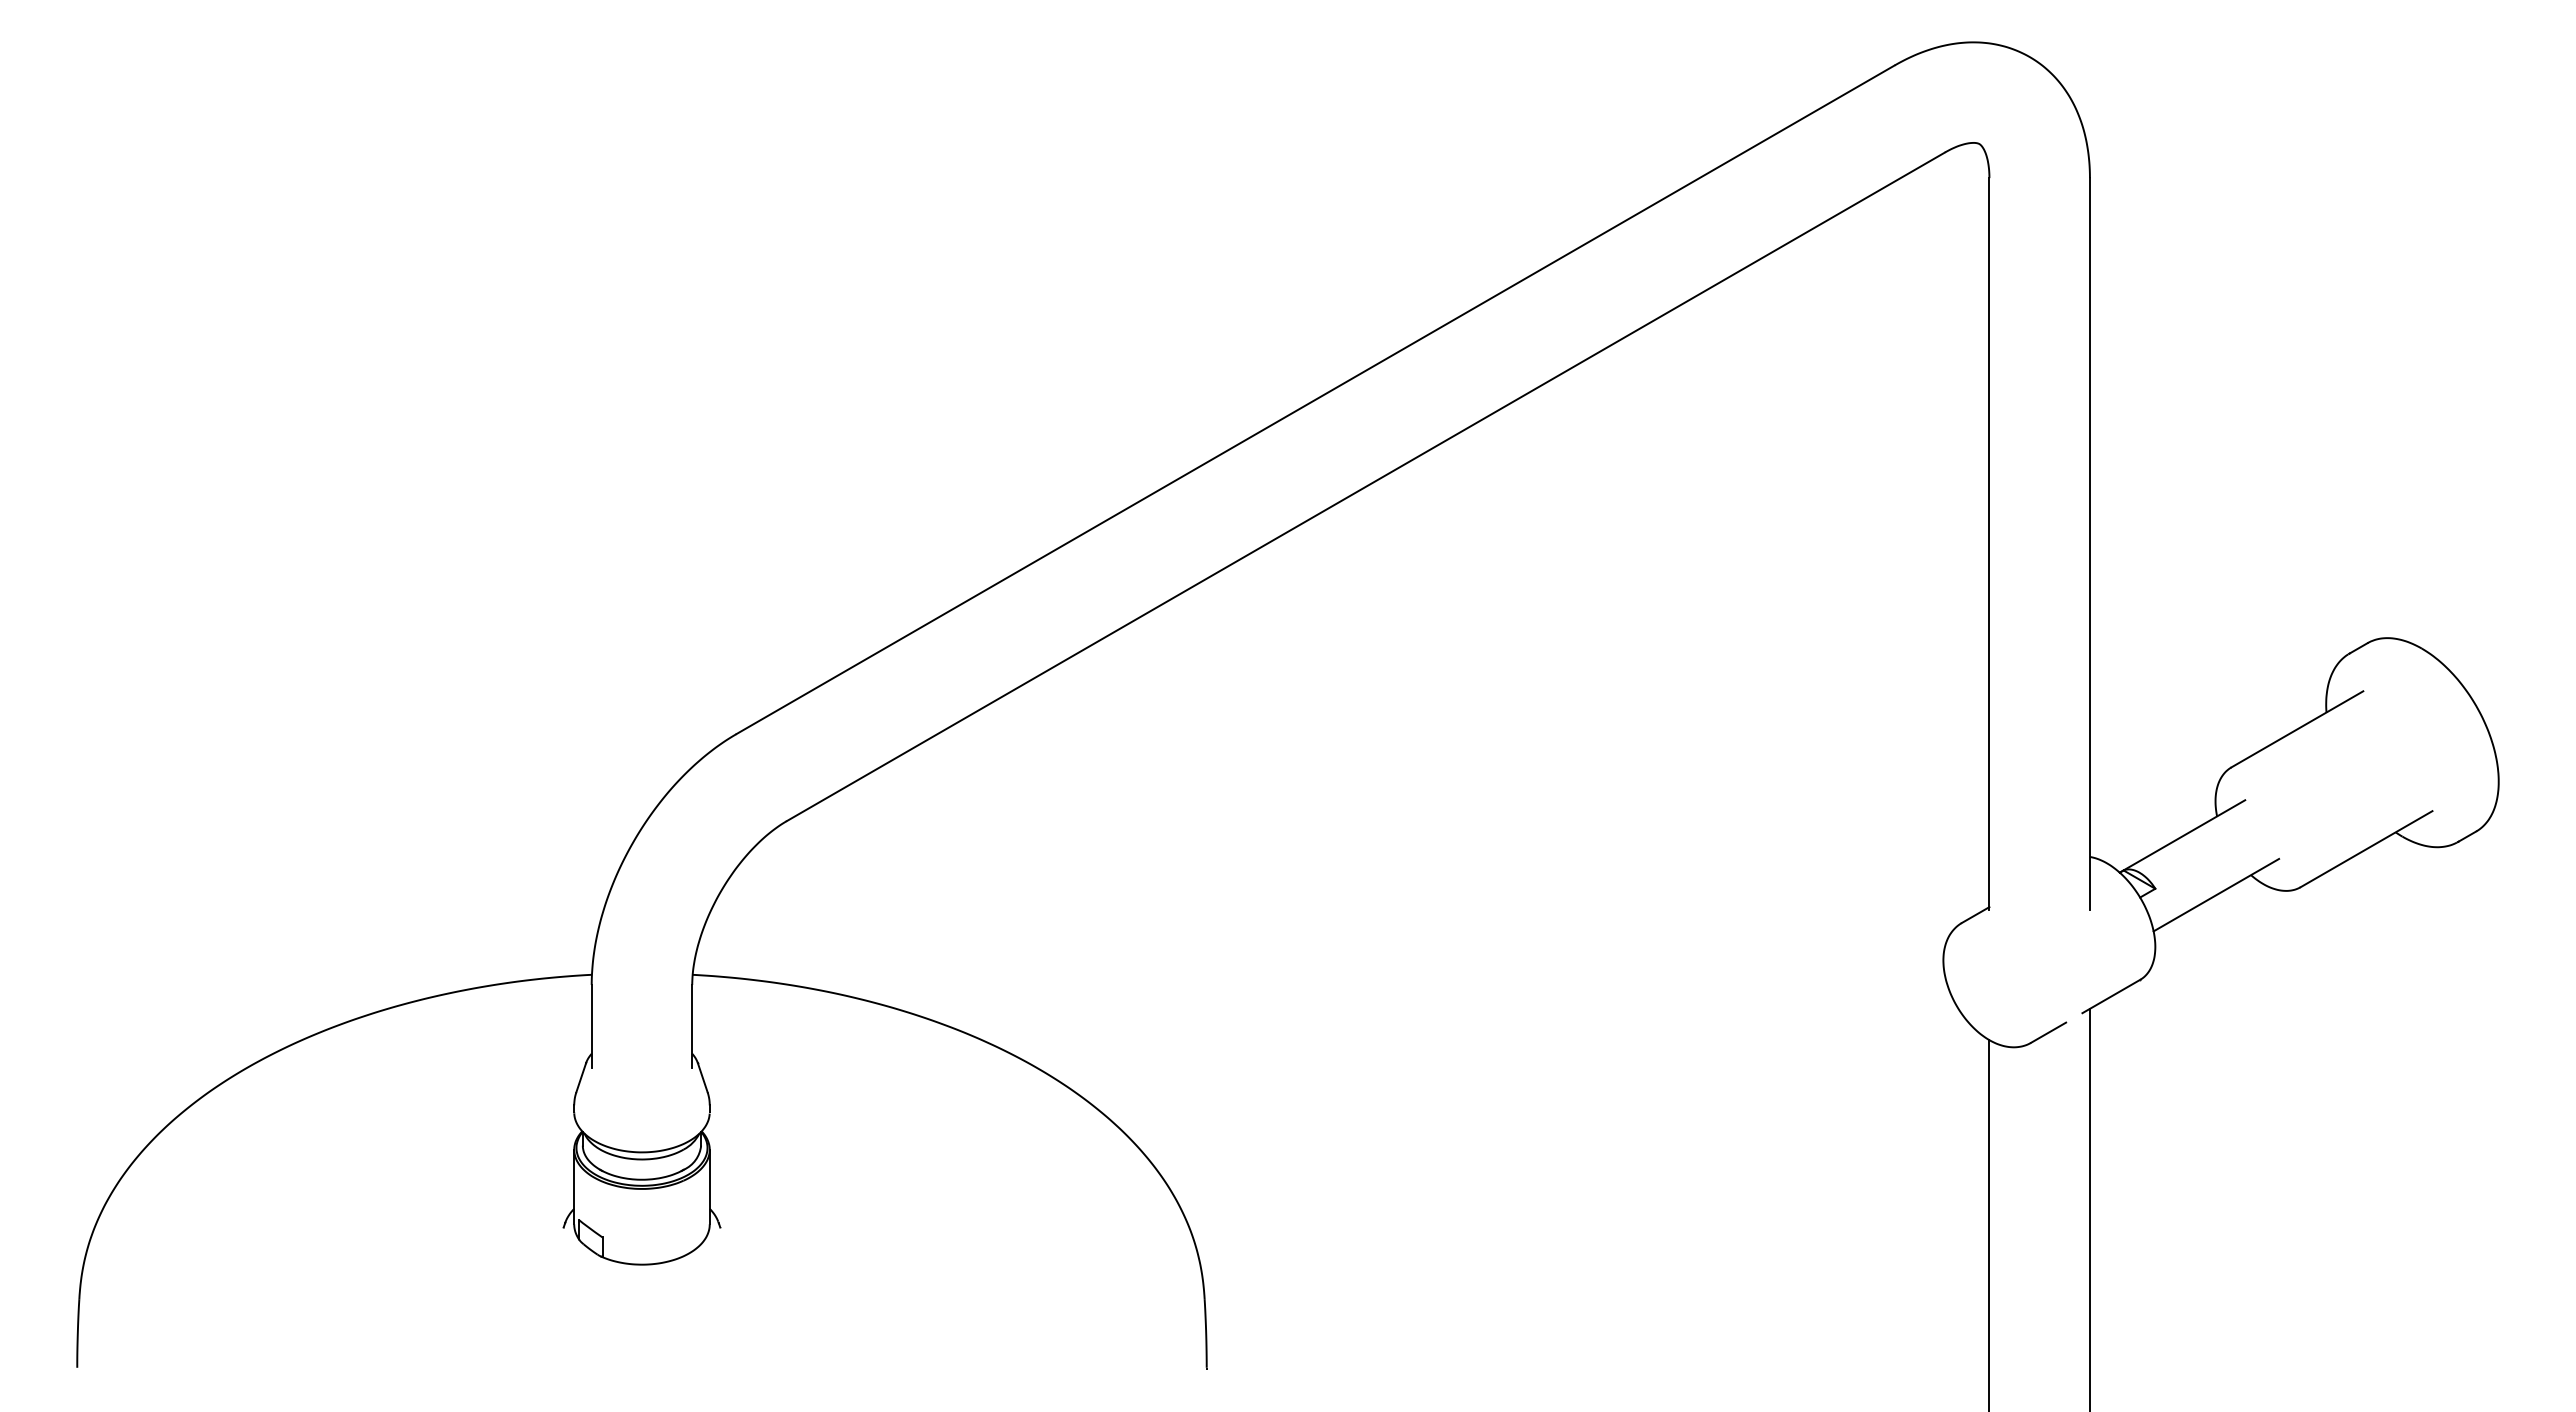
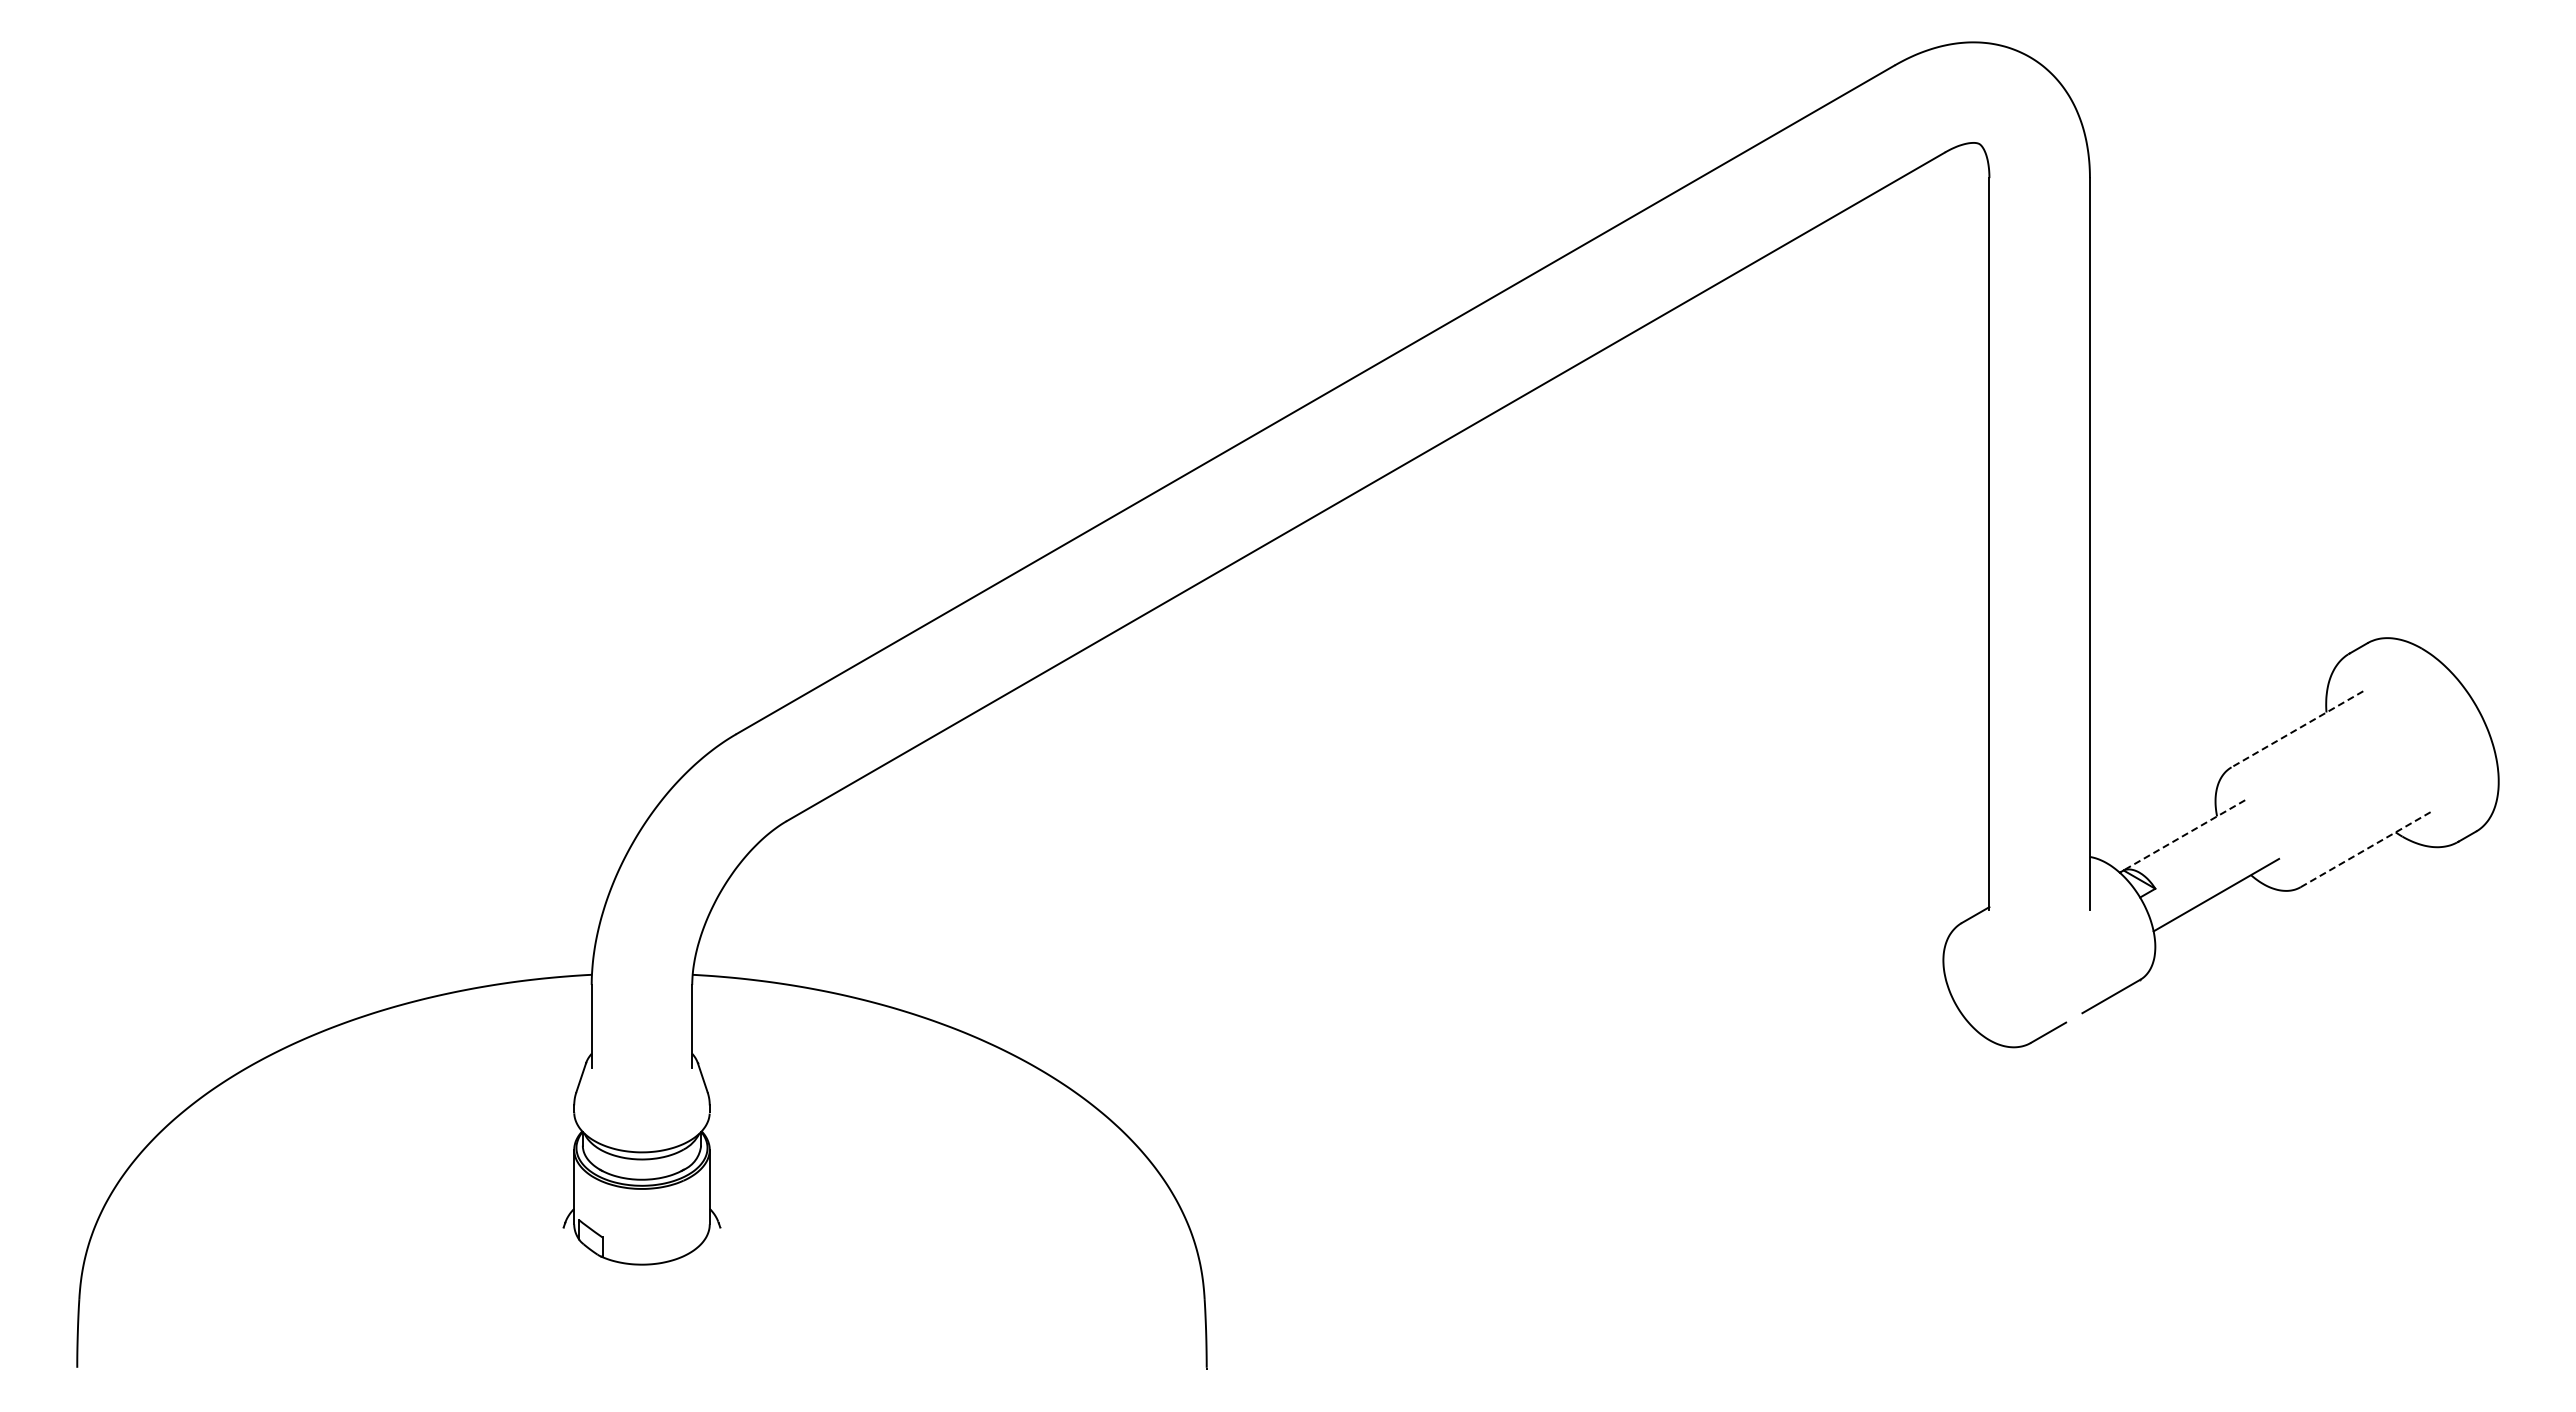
line at (2296, 729): solid -> dashed
line at (2182, 836): solid -> dashed
line at (2367, 848): solid -> dashed
line at (2089, 1208): present -> none
line at (1989, 1224): present -> none
